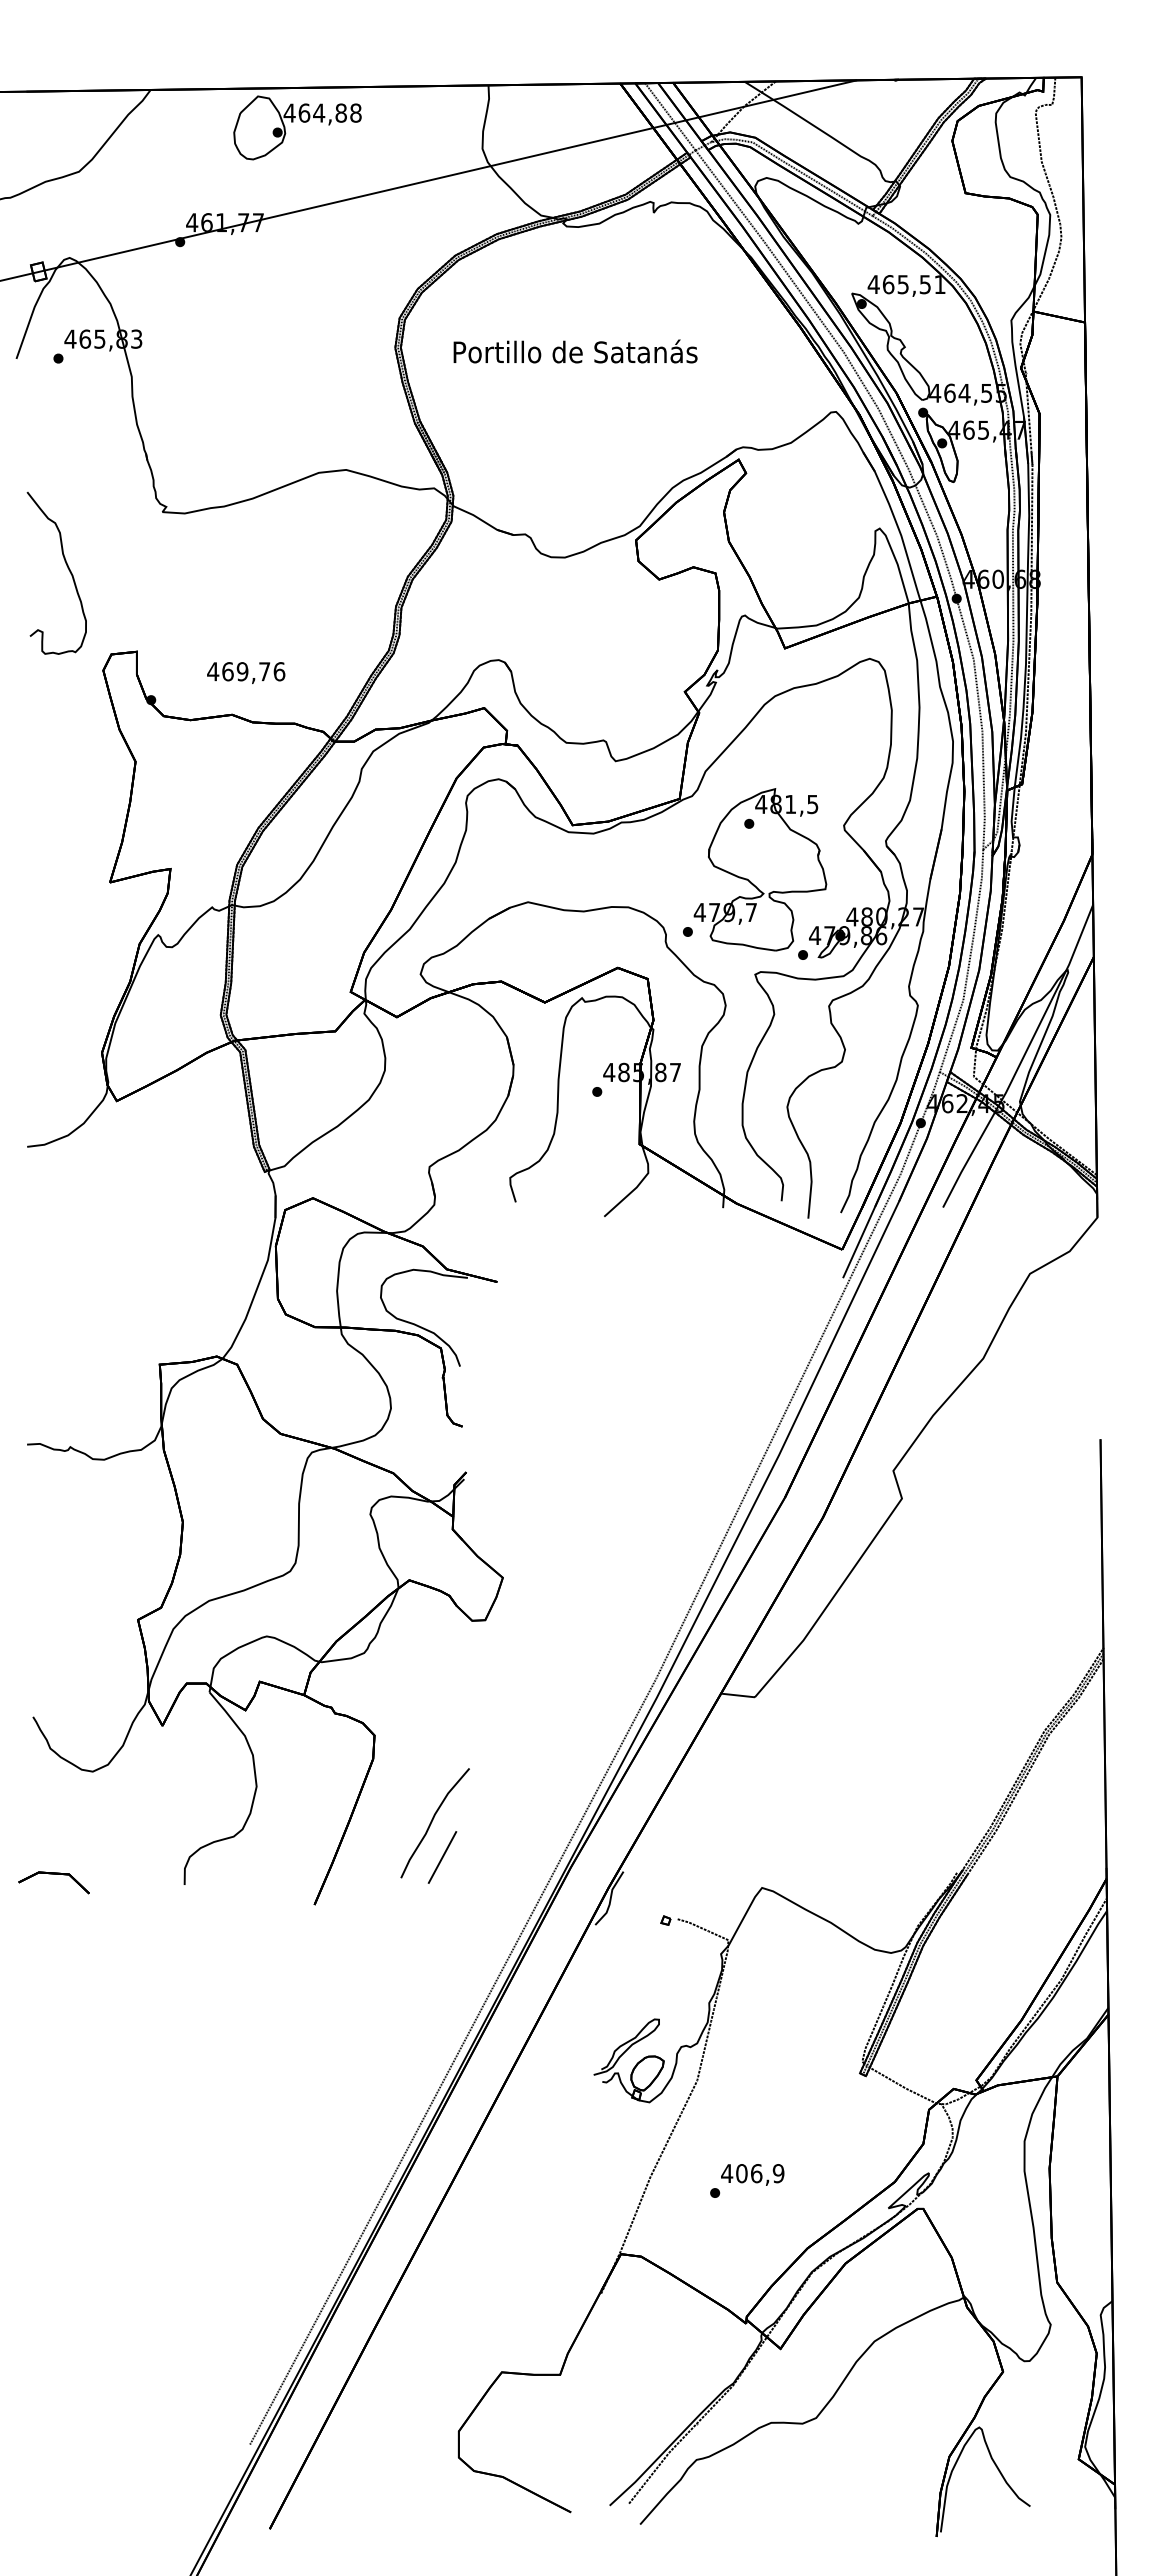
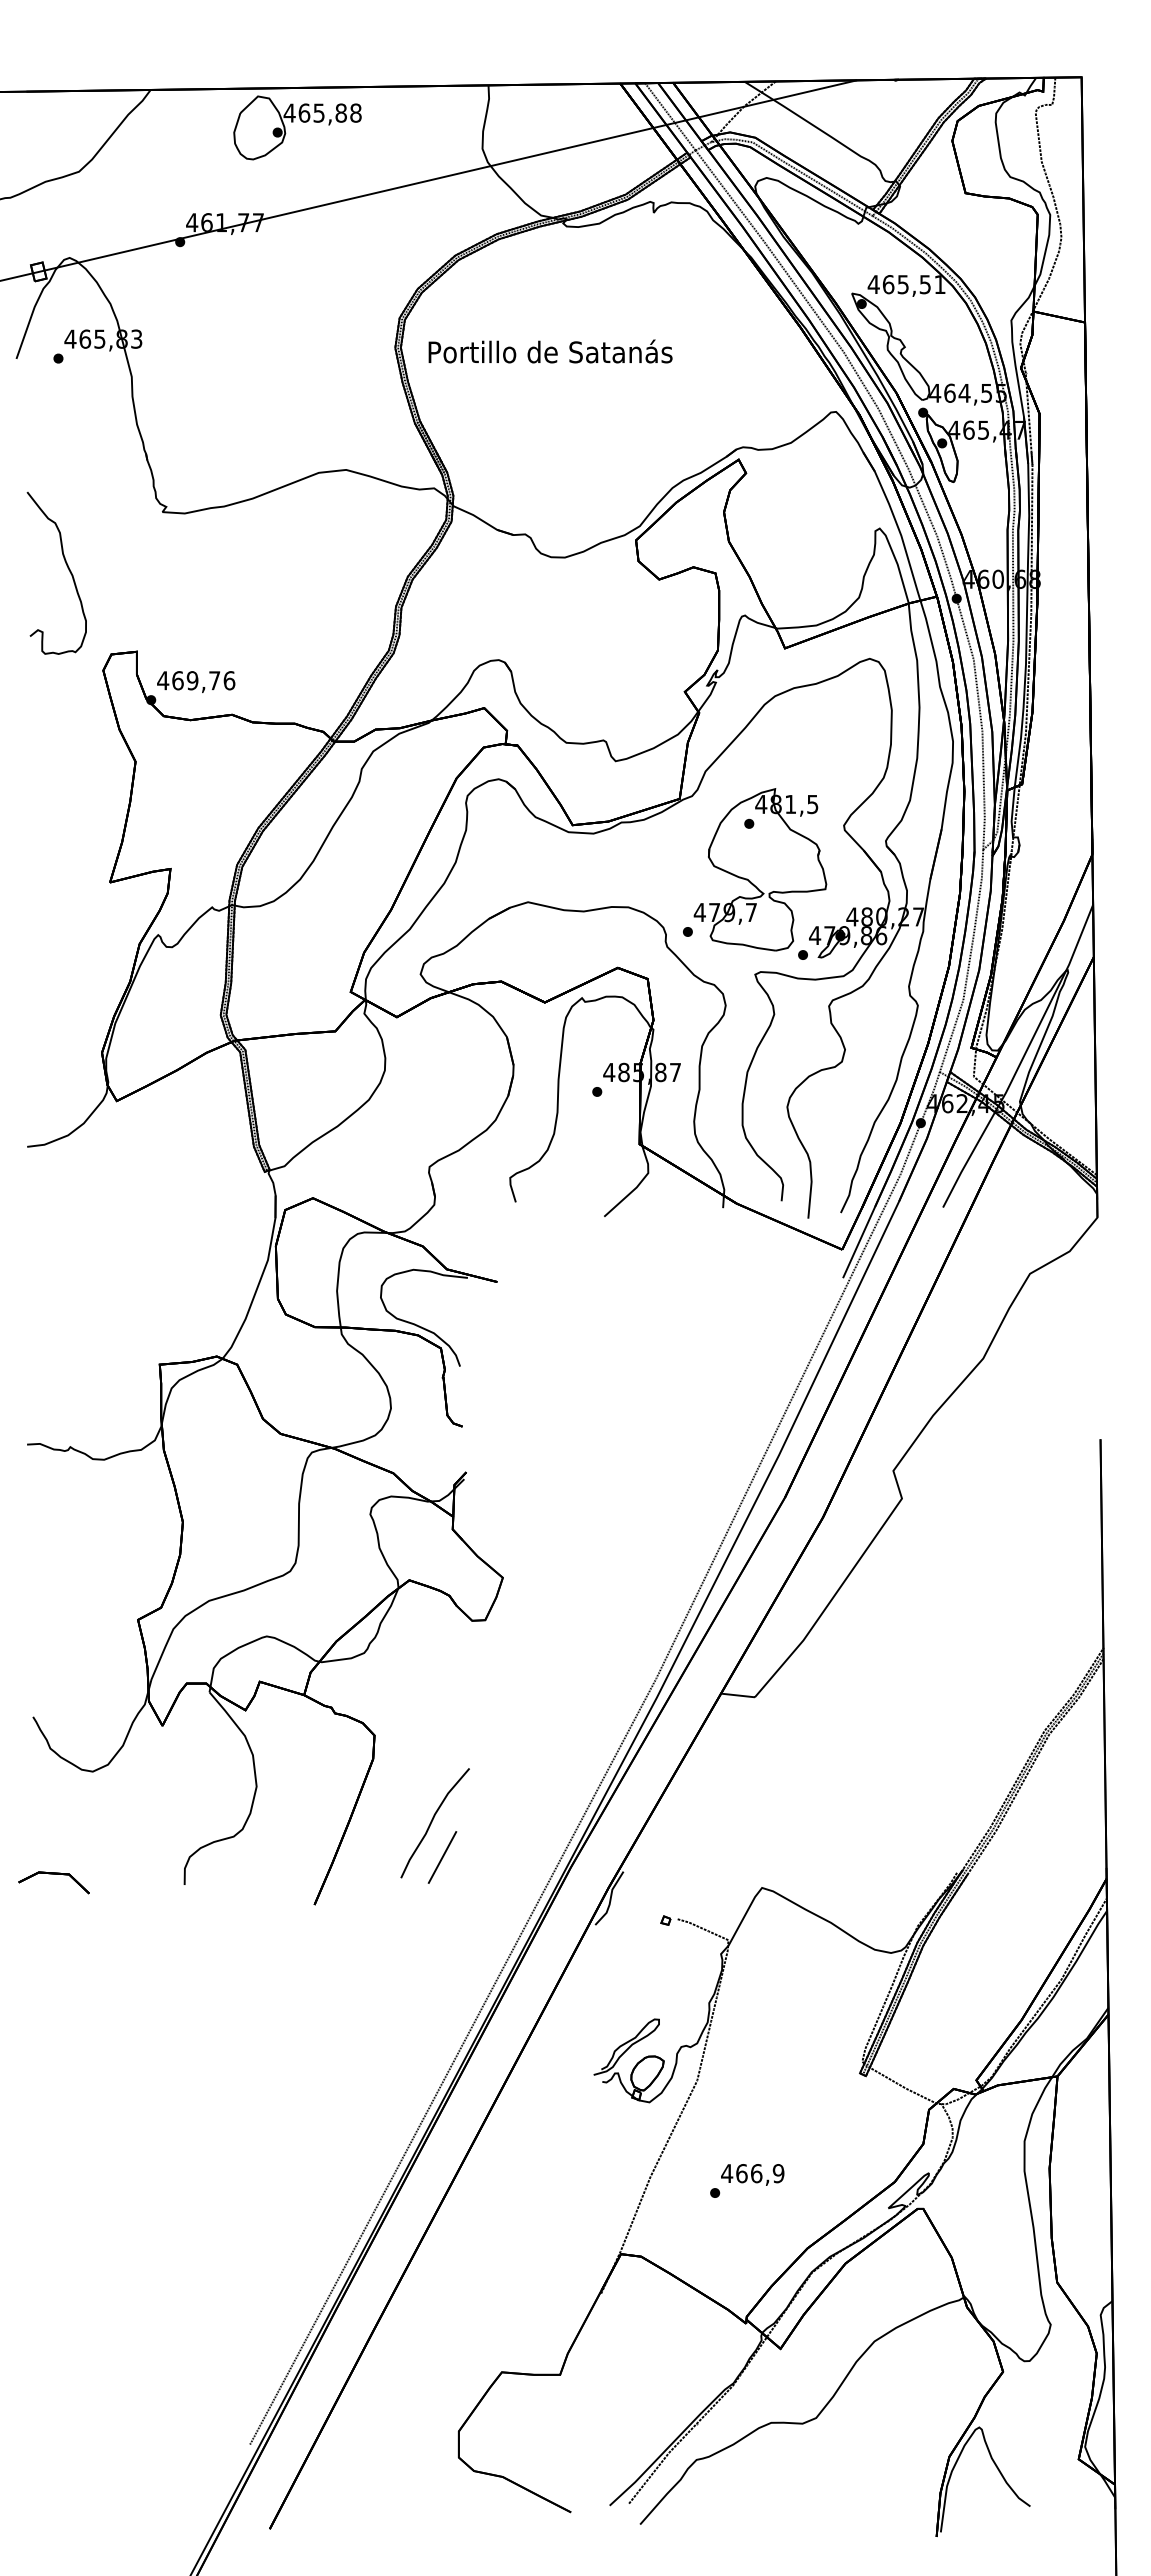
text at (319, 112): 464,88 -> 465,88
text at (575, 351) position: (575, 351) -> (550, 351)
text at (246, 672) position: (246, 672) -> (196, 681)
text at (741, 2173): 406,9 -> 466,9
